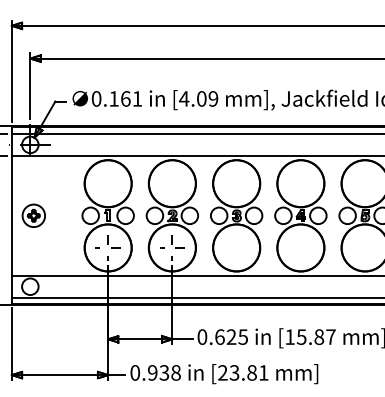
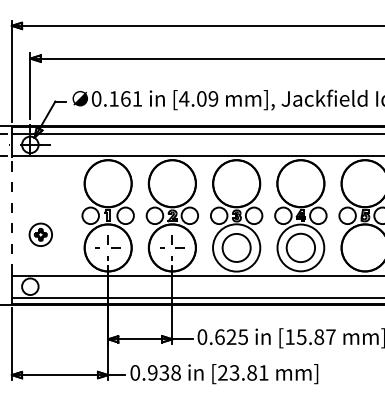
line at (11, 215): solid -> dashed
part at (33, 215) position: (33, 215) -> (40, 234)
circle at (236, 247) diameter: 47 px -> 28 px
circle at (300, 247) diameter: 47 px -> 28 px
